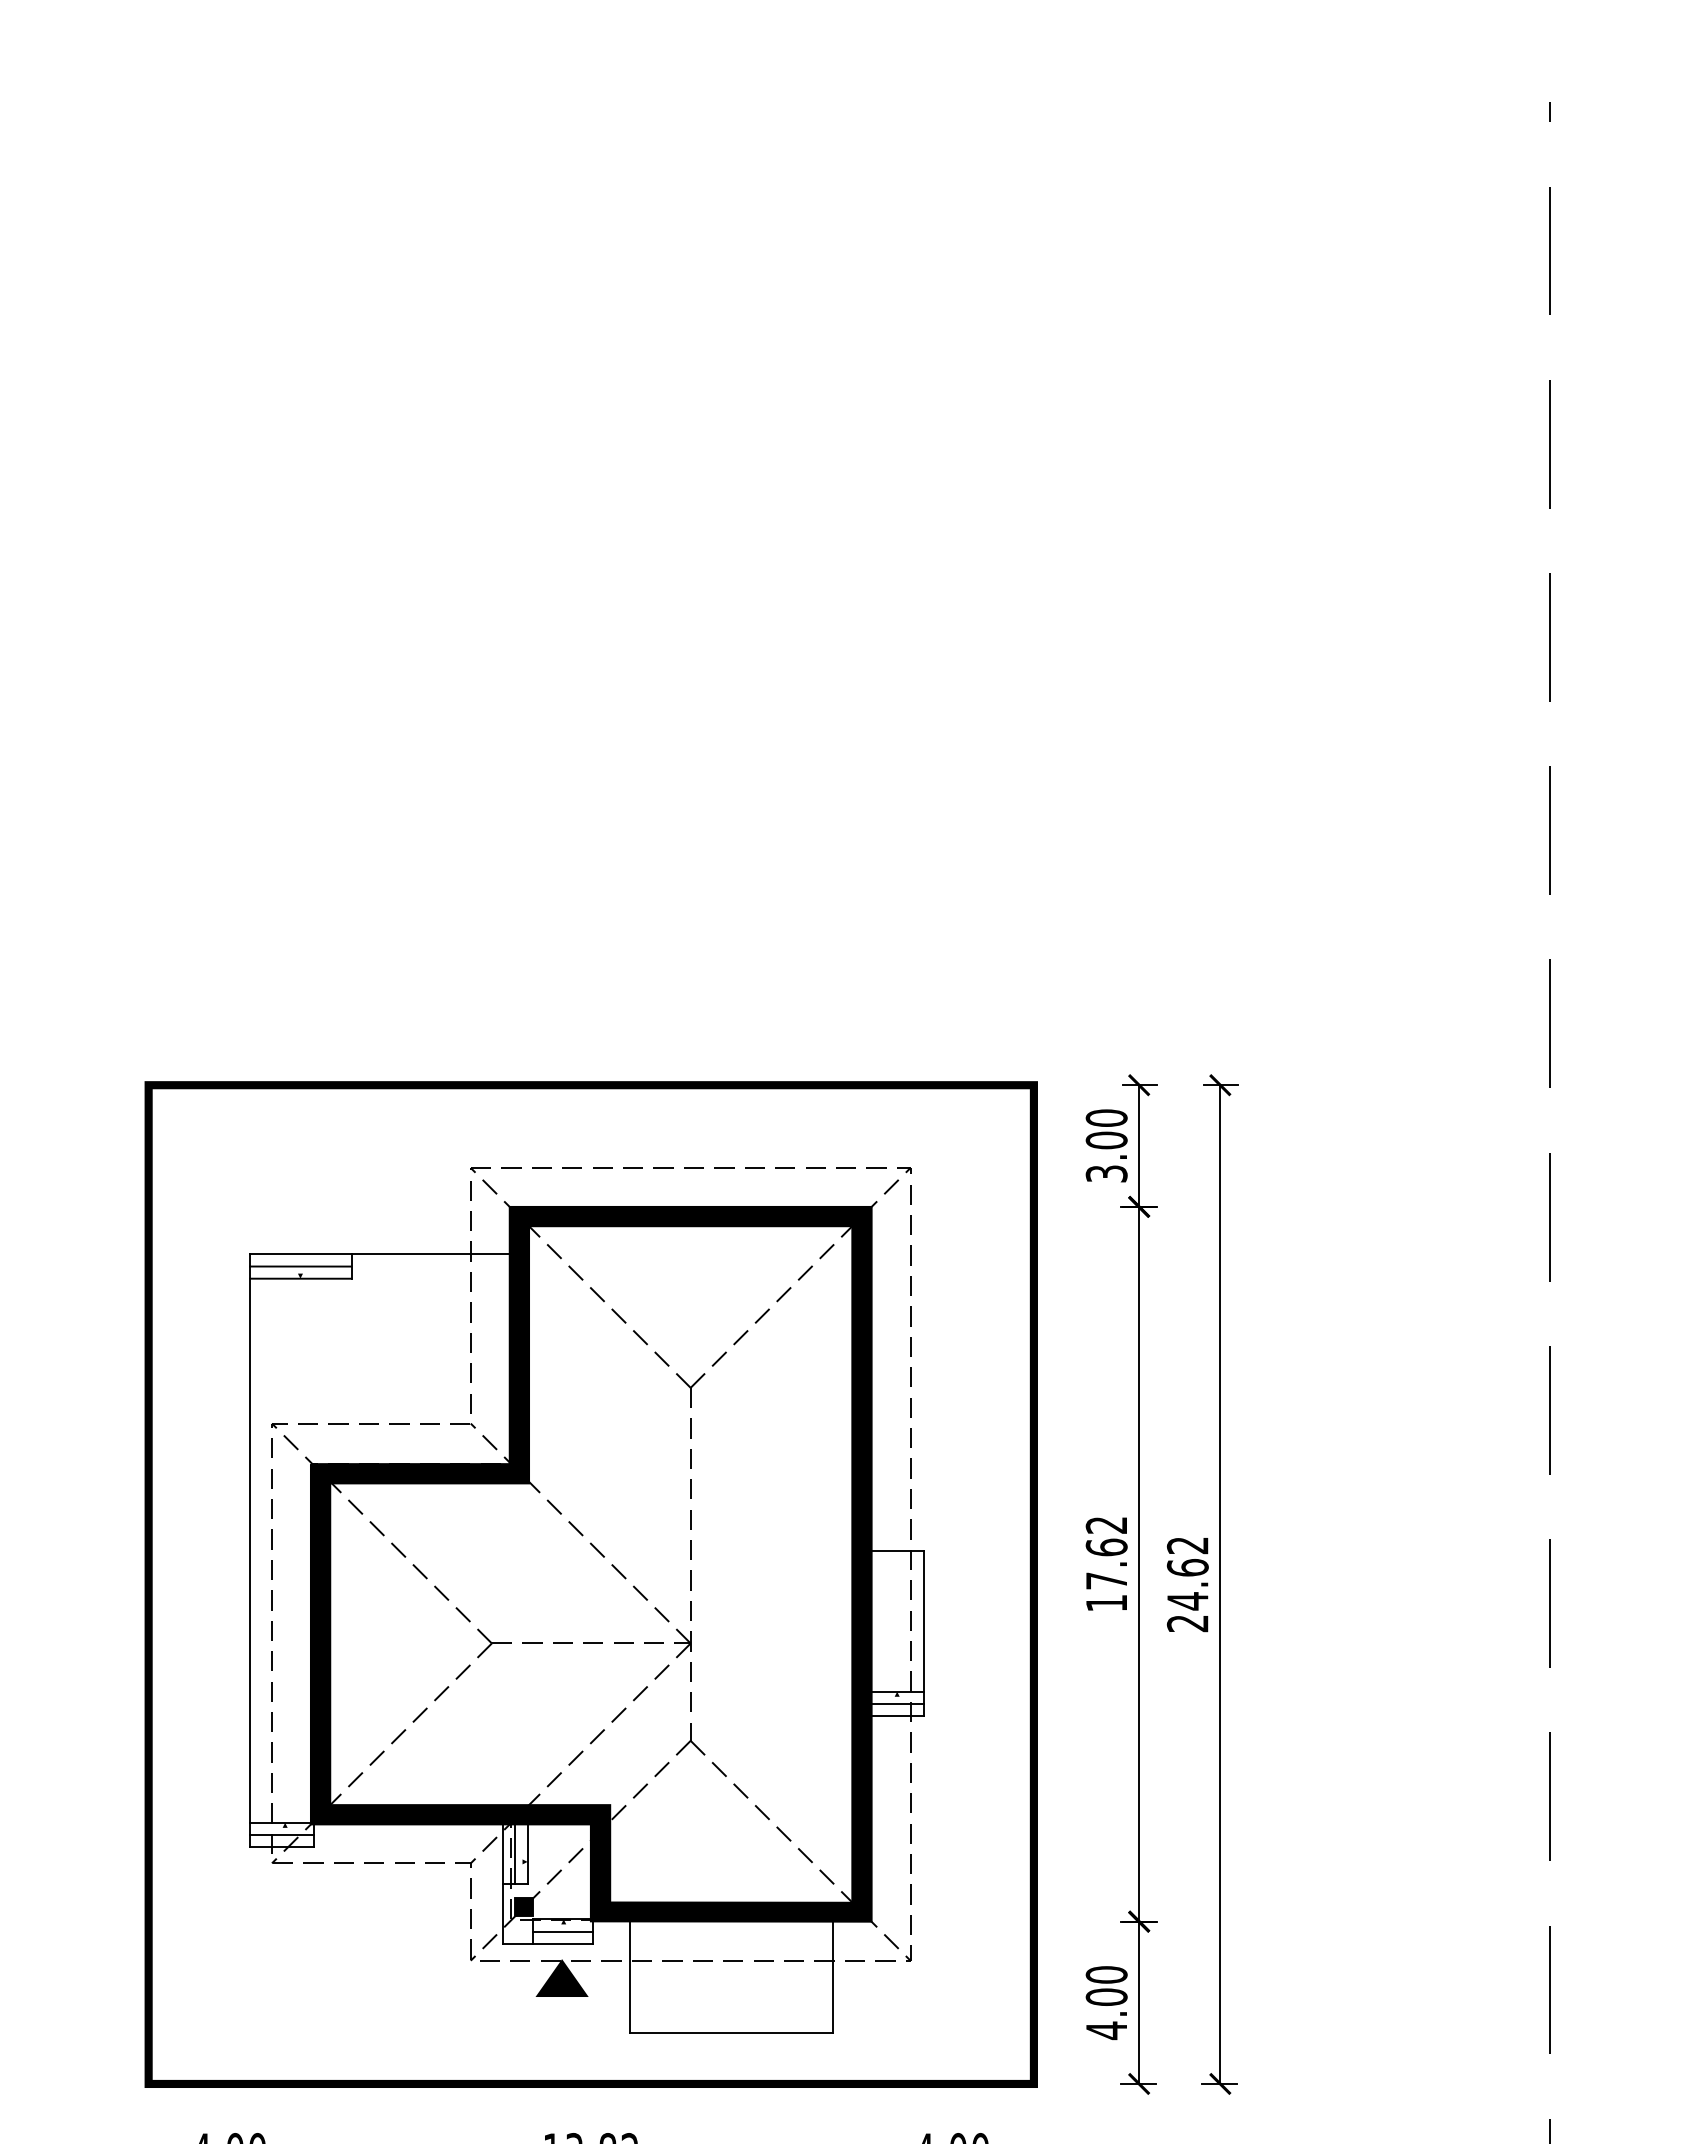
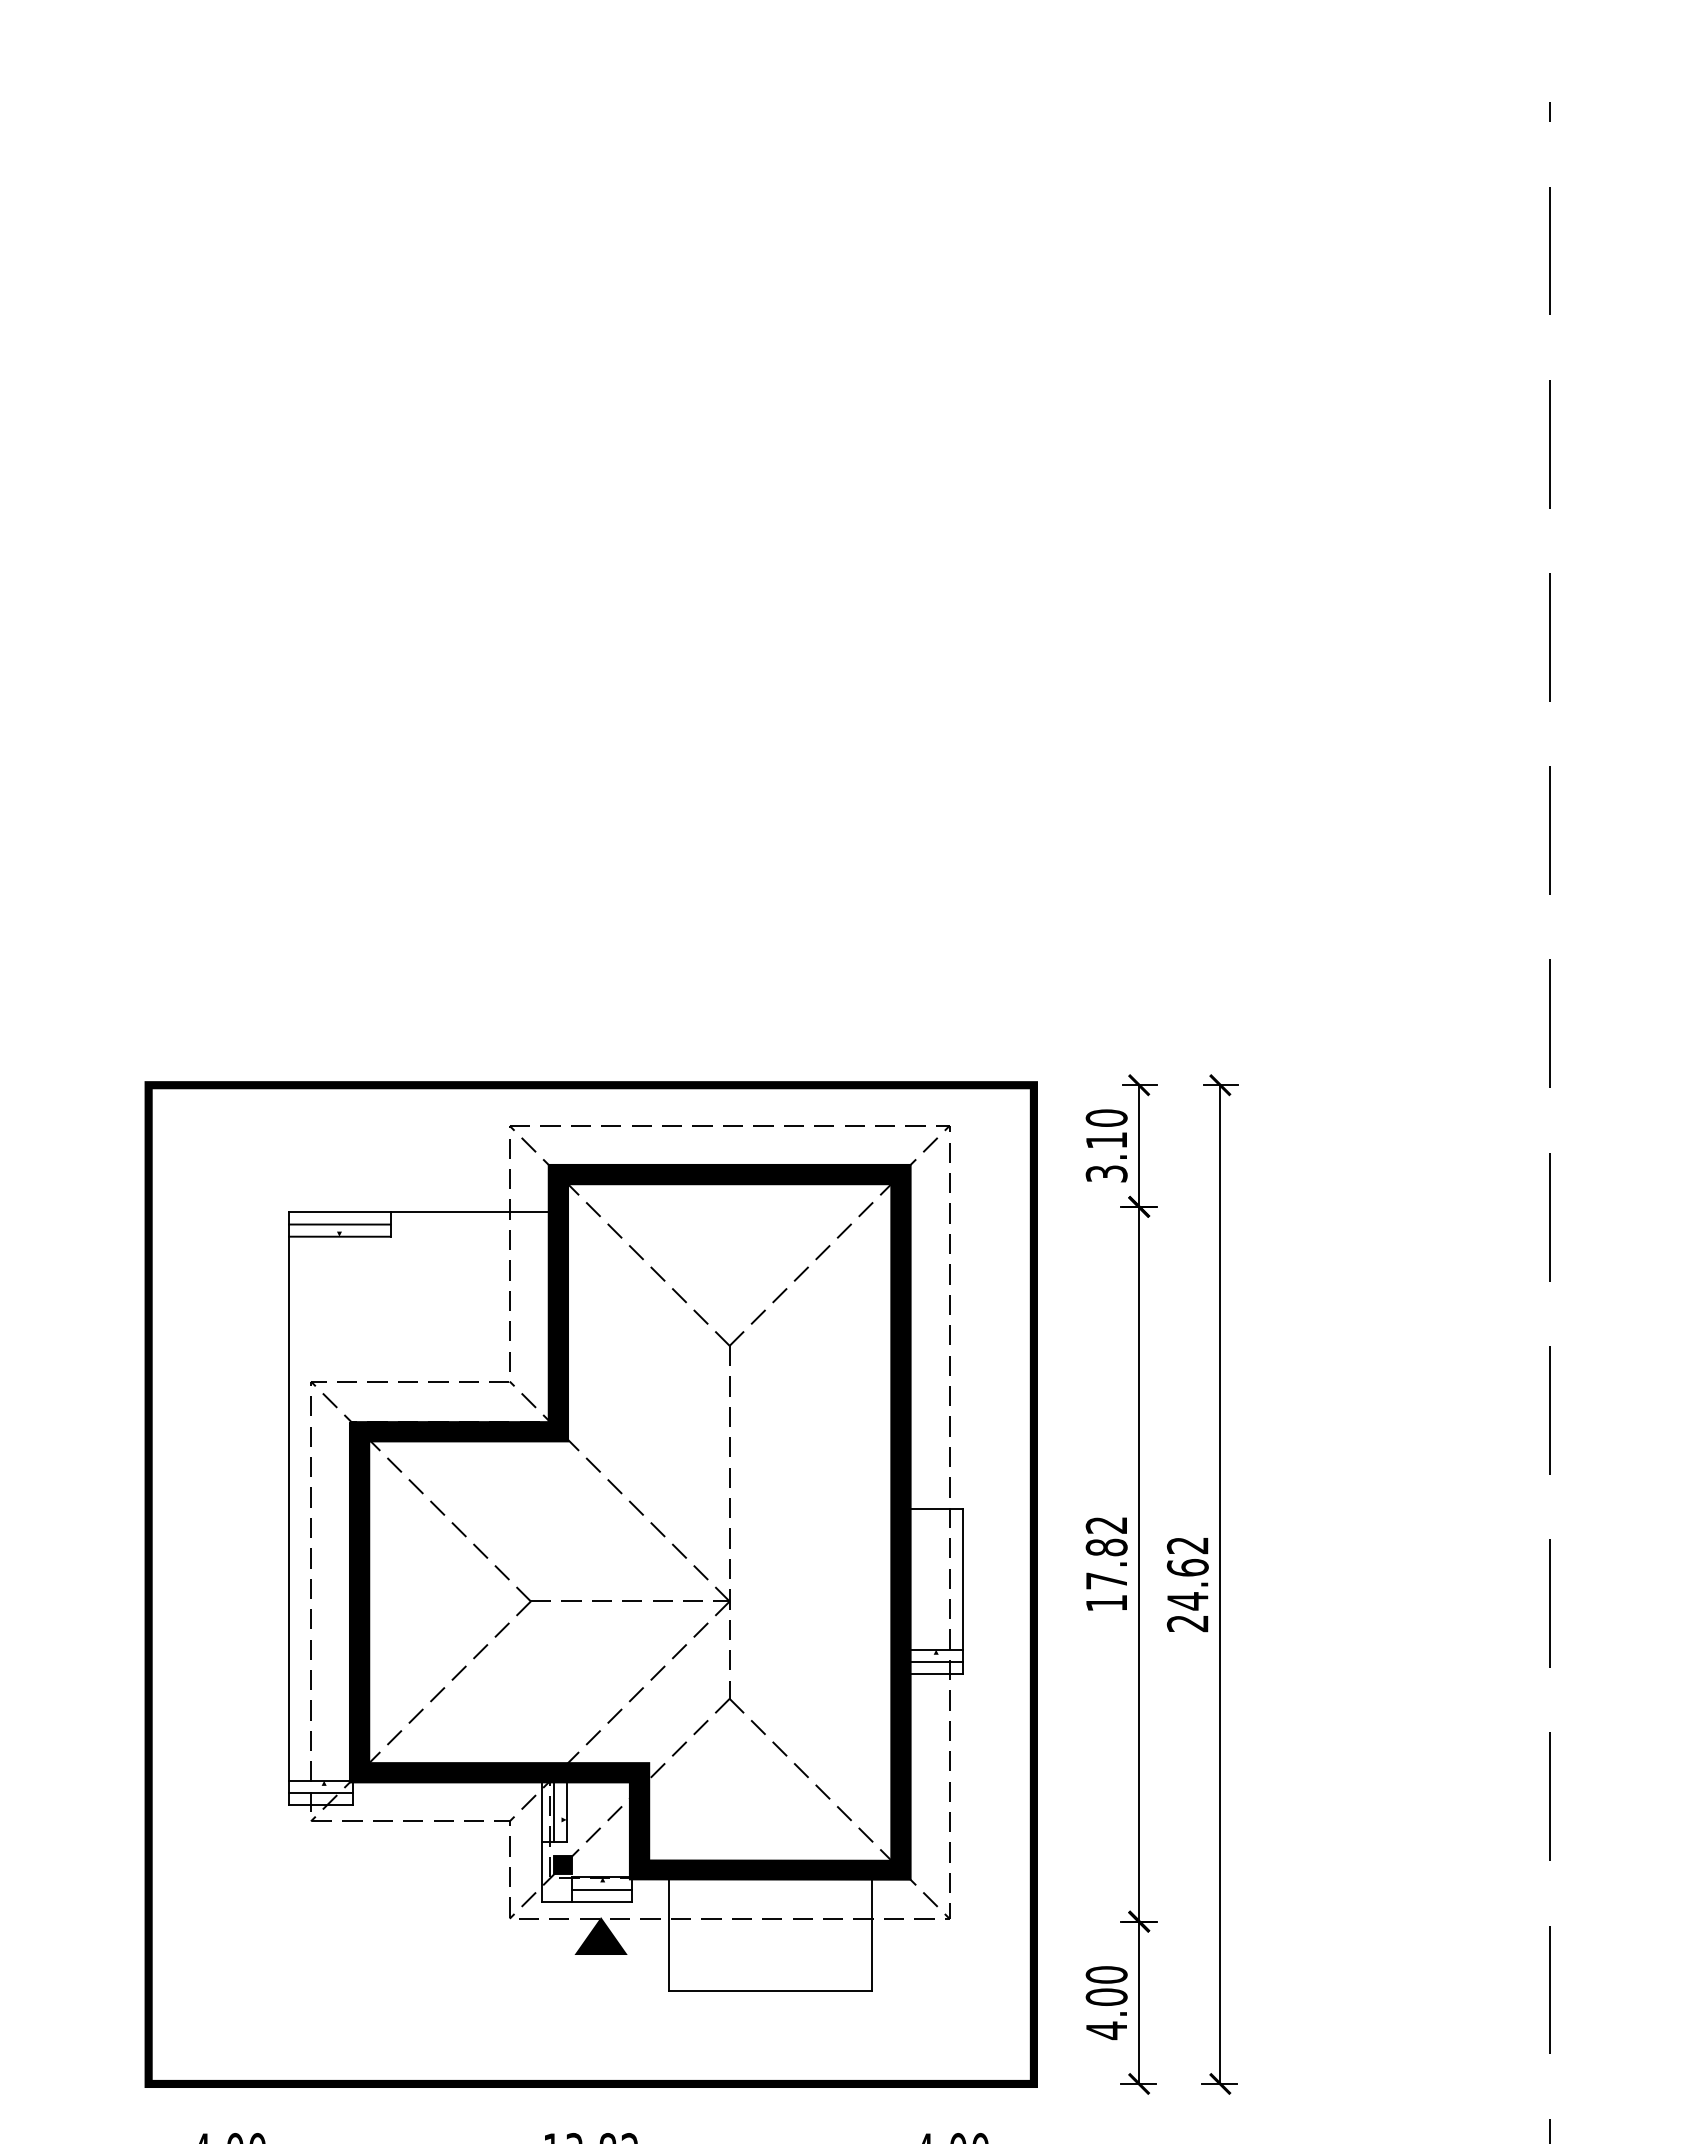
text at (1106, 1140): 3.00 -> 3.10
text at (1106, 1547): 17.62 -> 17.82
part at (586, 1600) position: (586, 1600) -> (625, 1558)
